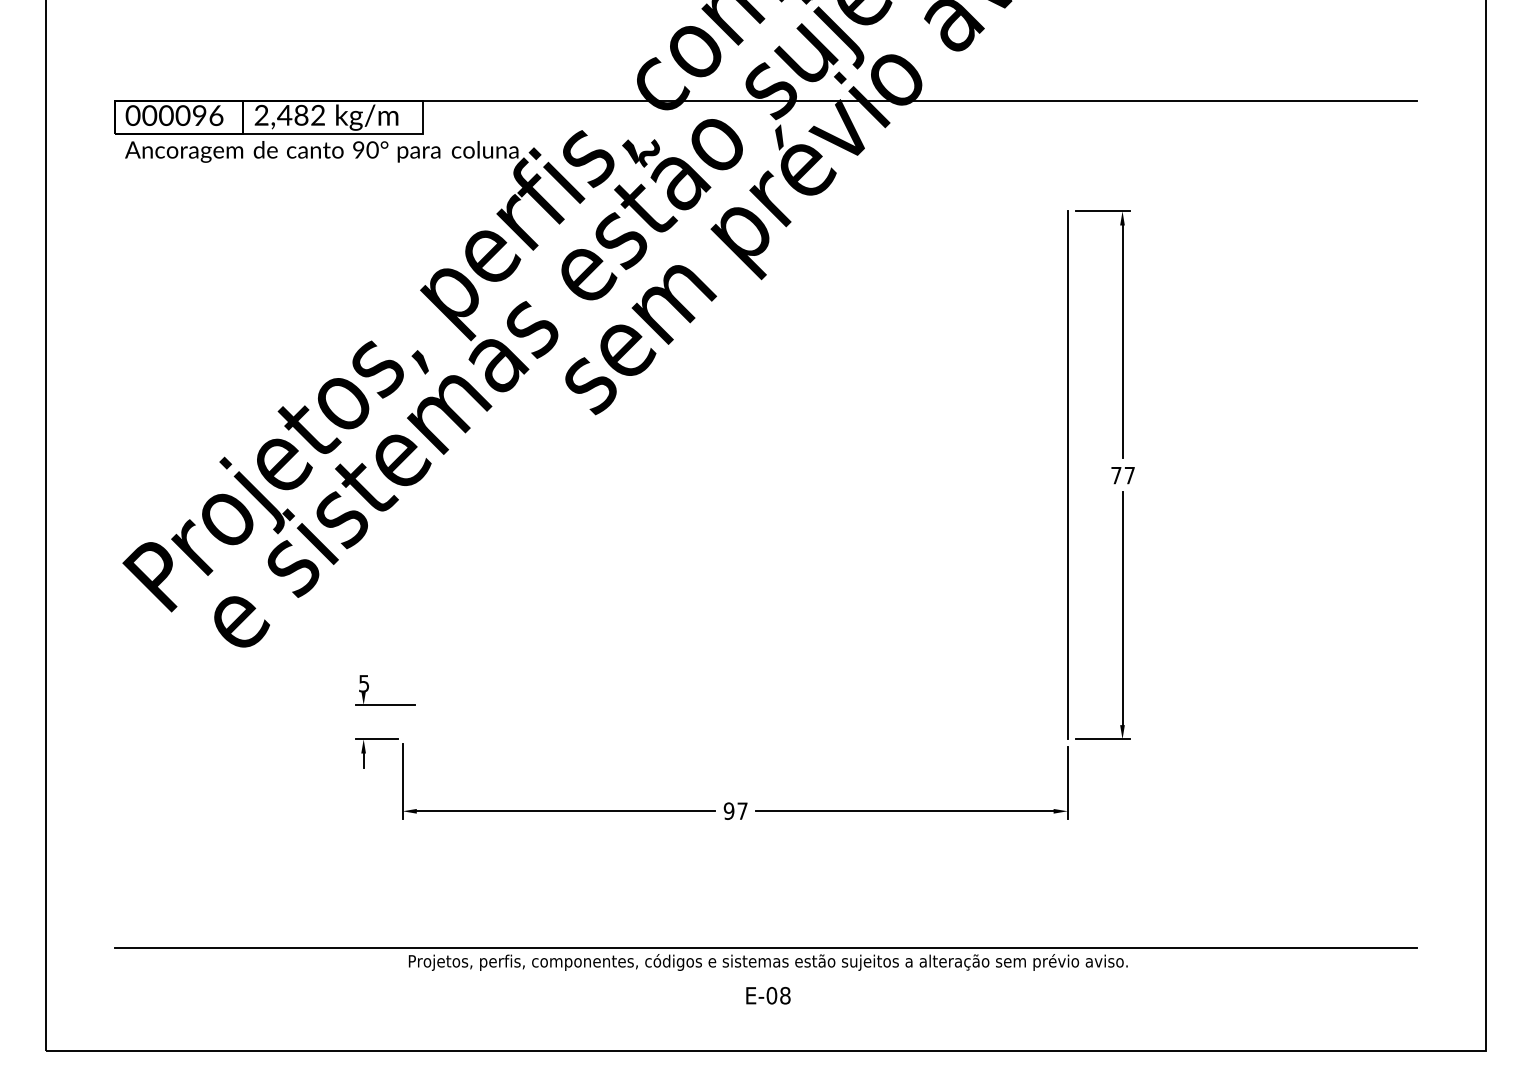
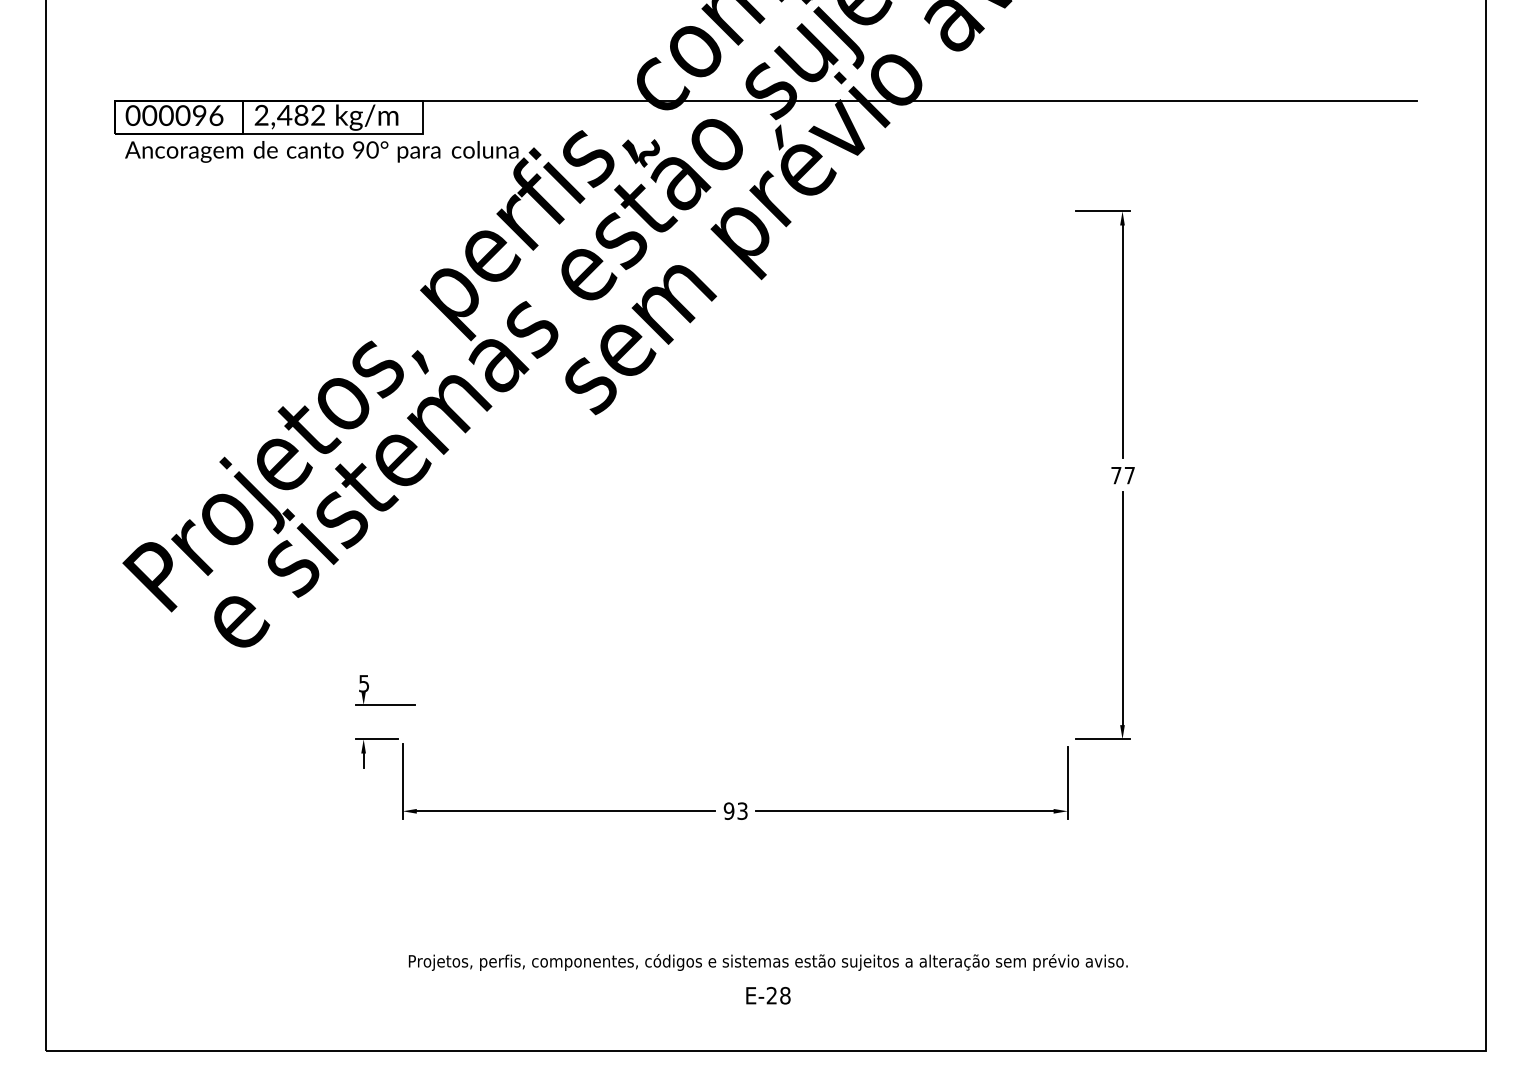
line at (1067, 475): present -> none
text at (742, 810): 97 -> 93
line at (765, 947): present -> none
text at (771, 995): E-08 -> E-28
